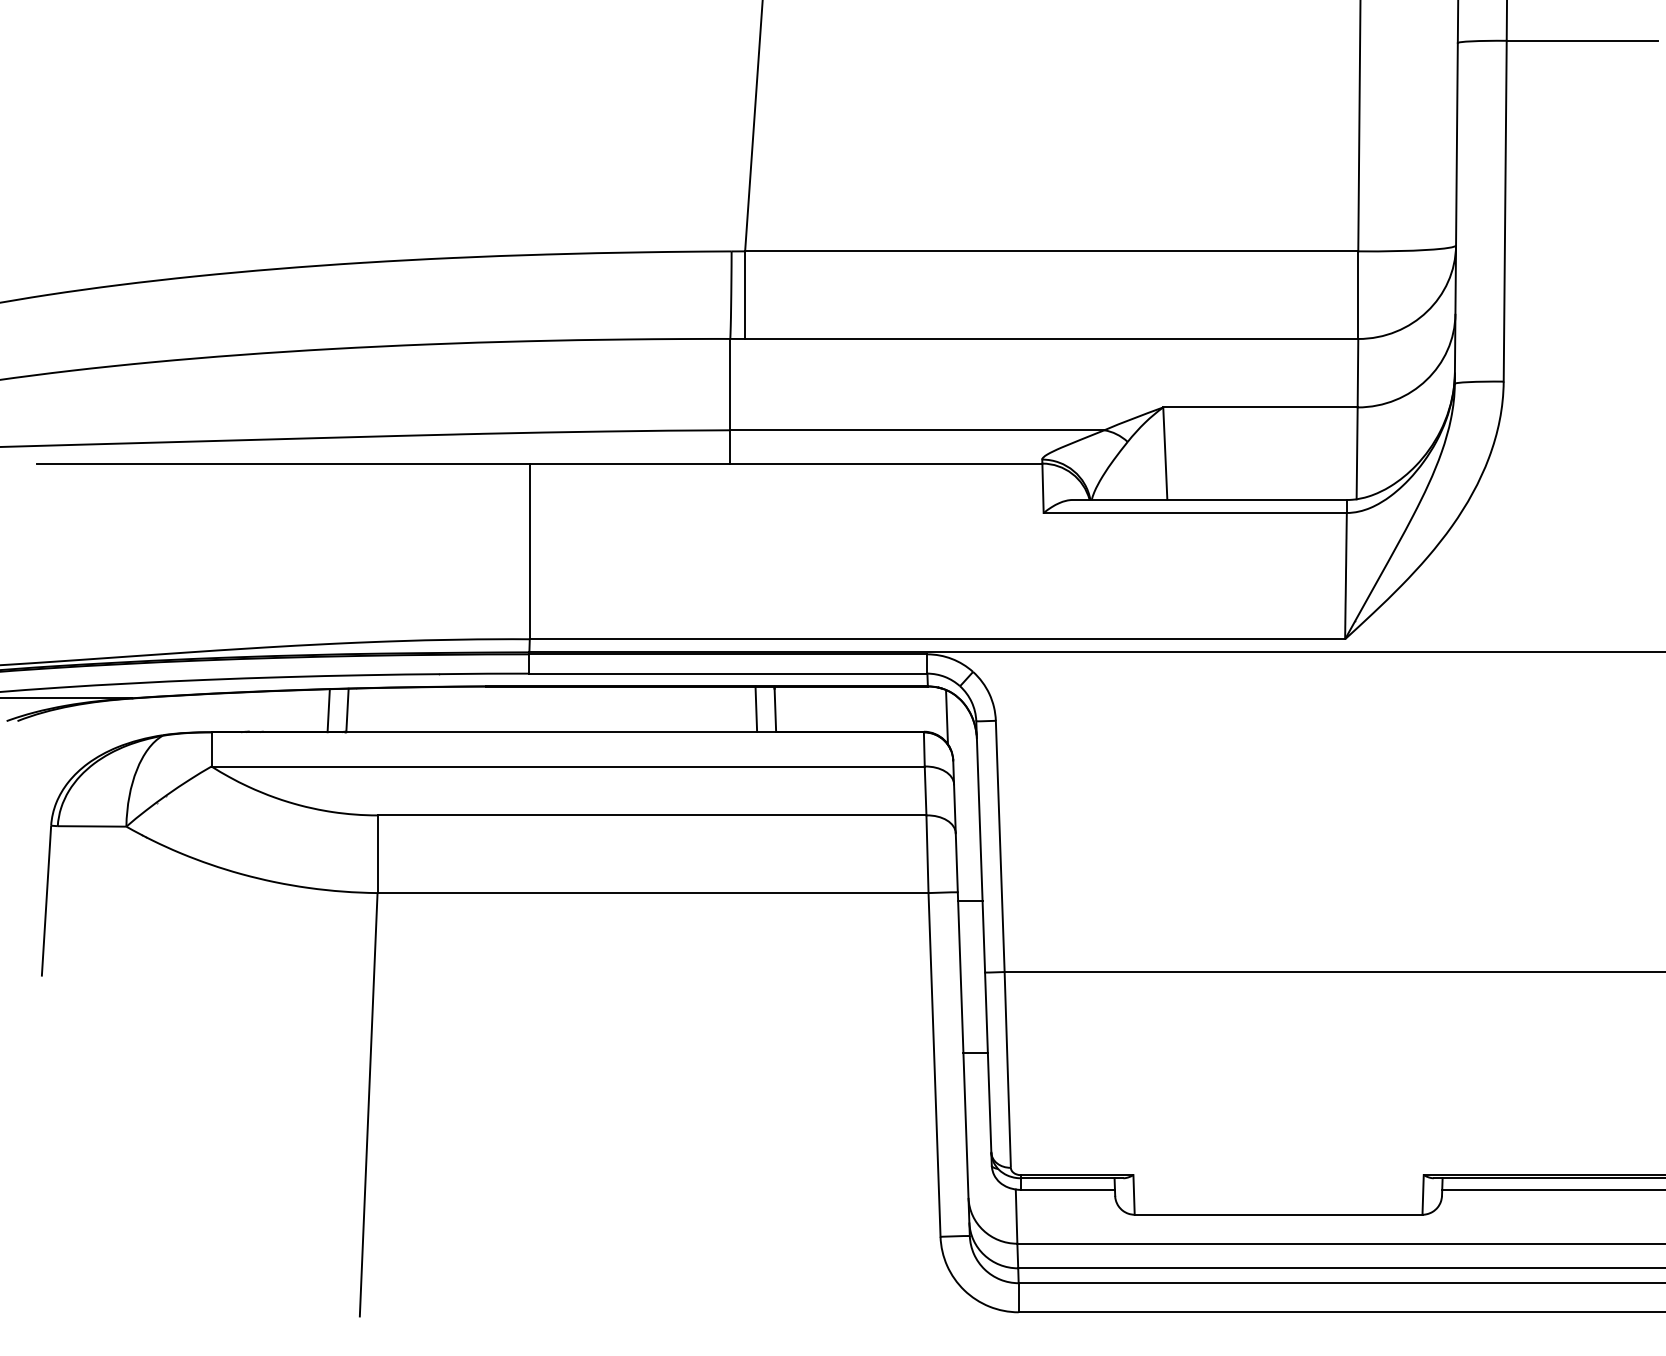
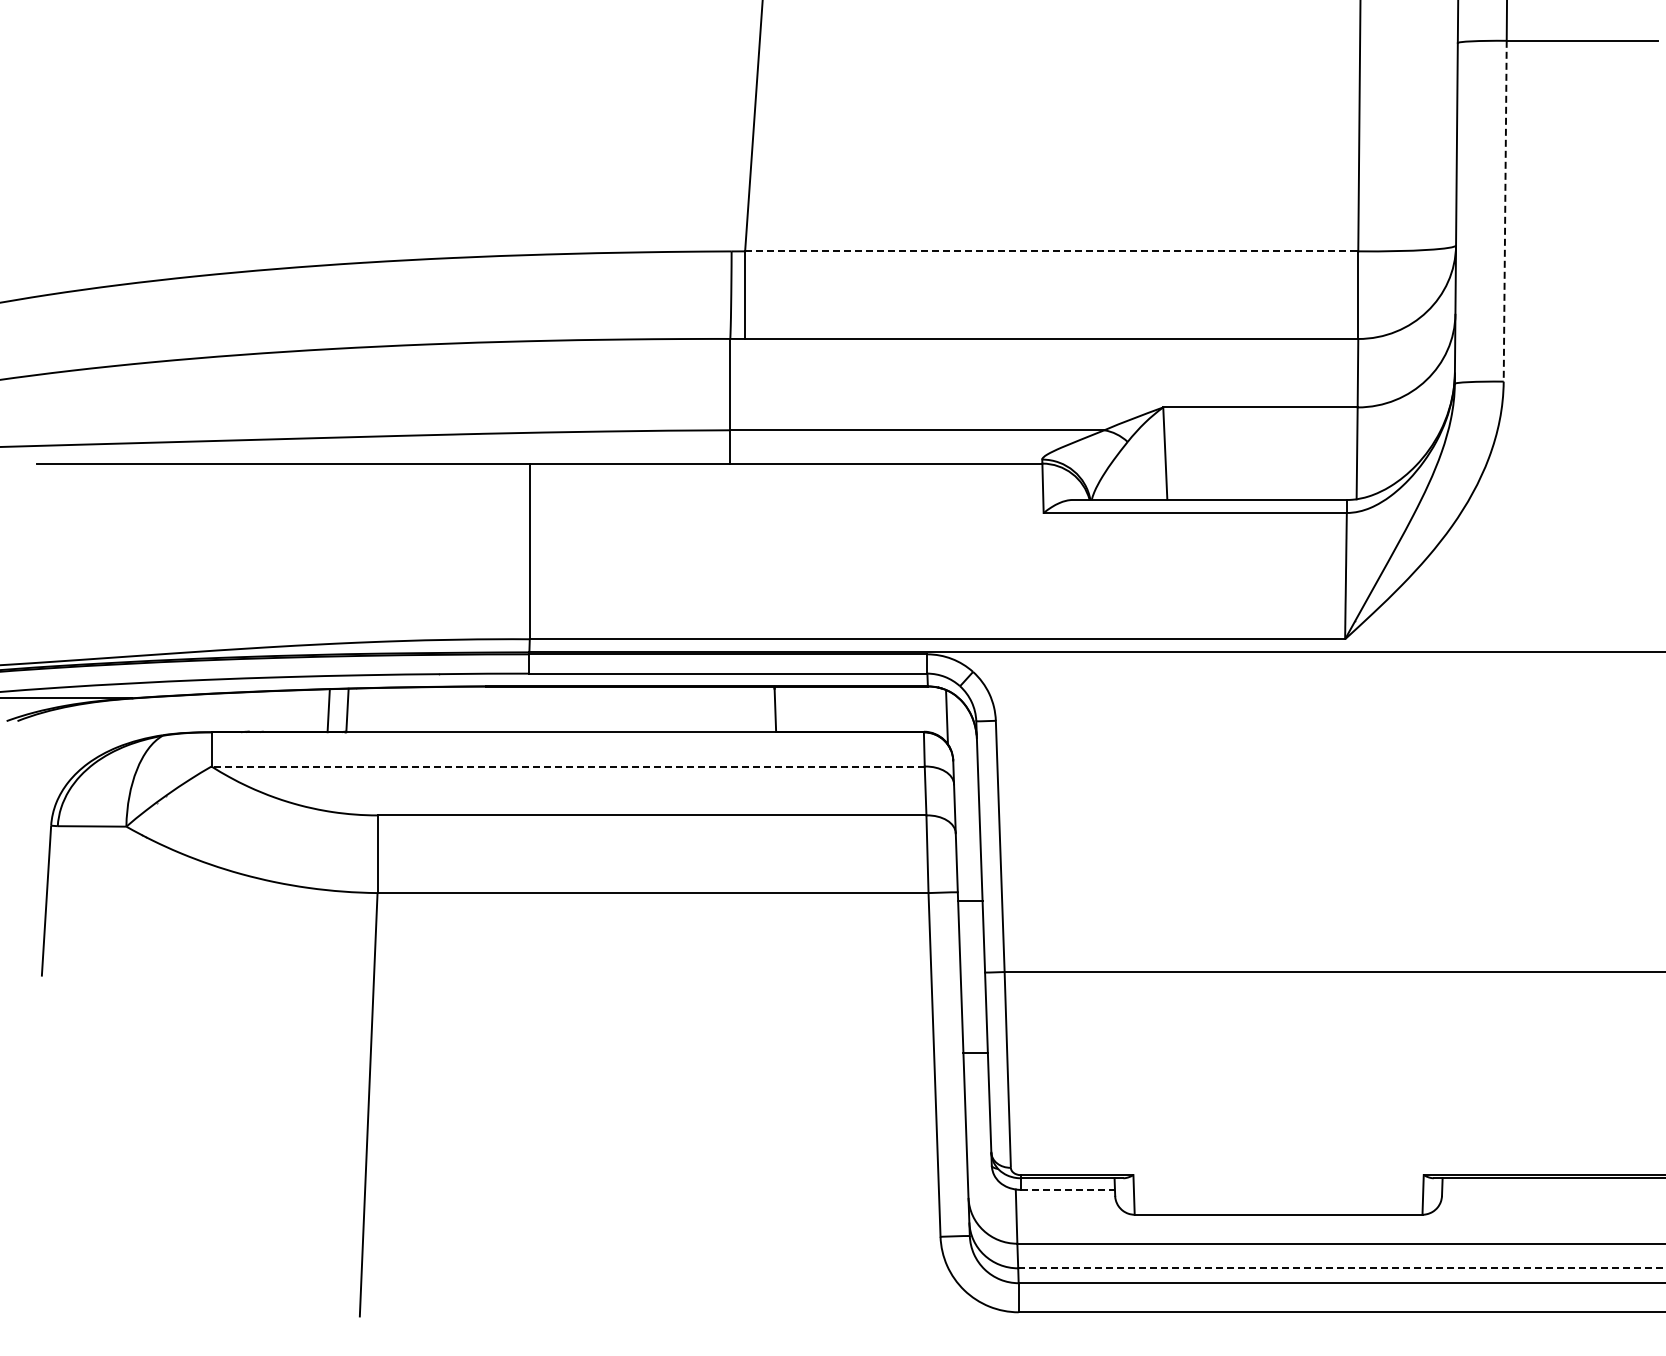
line at (1505, 211): solid -> dashed
line at (1051, 251): solid -> dashed
line at (756, 708): present -> none
line at (568, 766): solid -> dashed
line at (1068, 1189): solid -> dashed
line at (1552, 1189): present -> none
line at (1341, 1268): solid -> dashed
